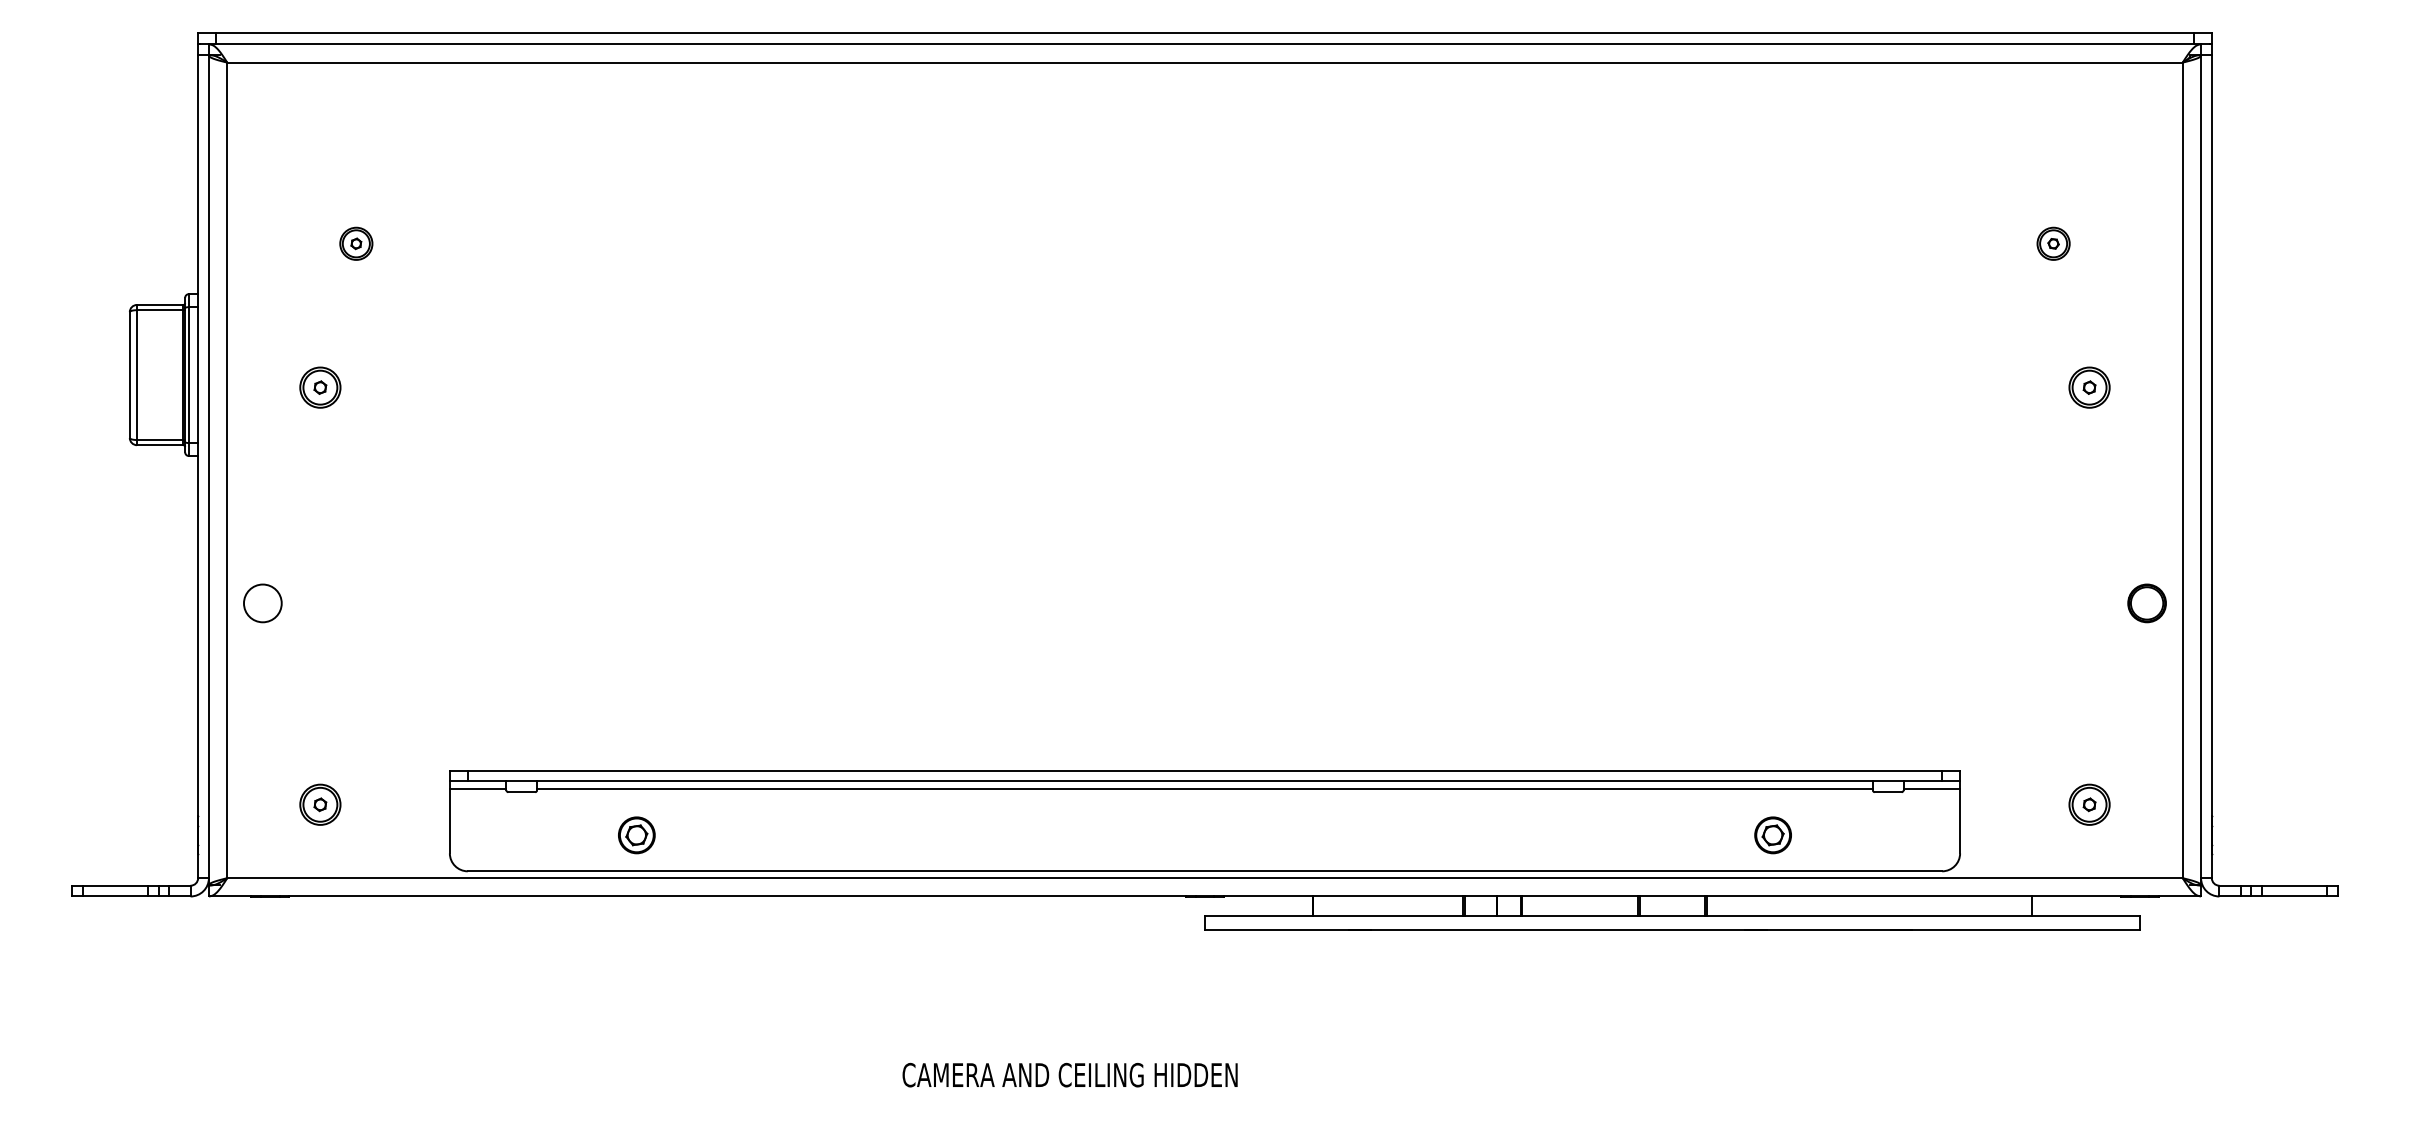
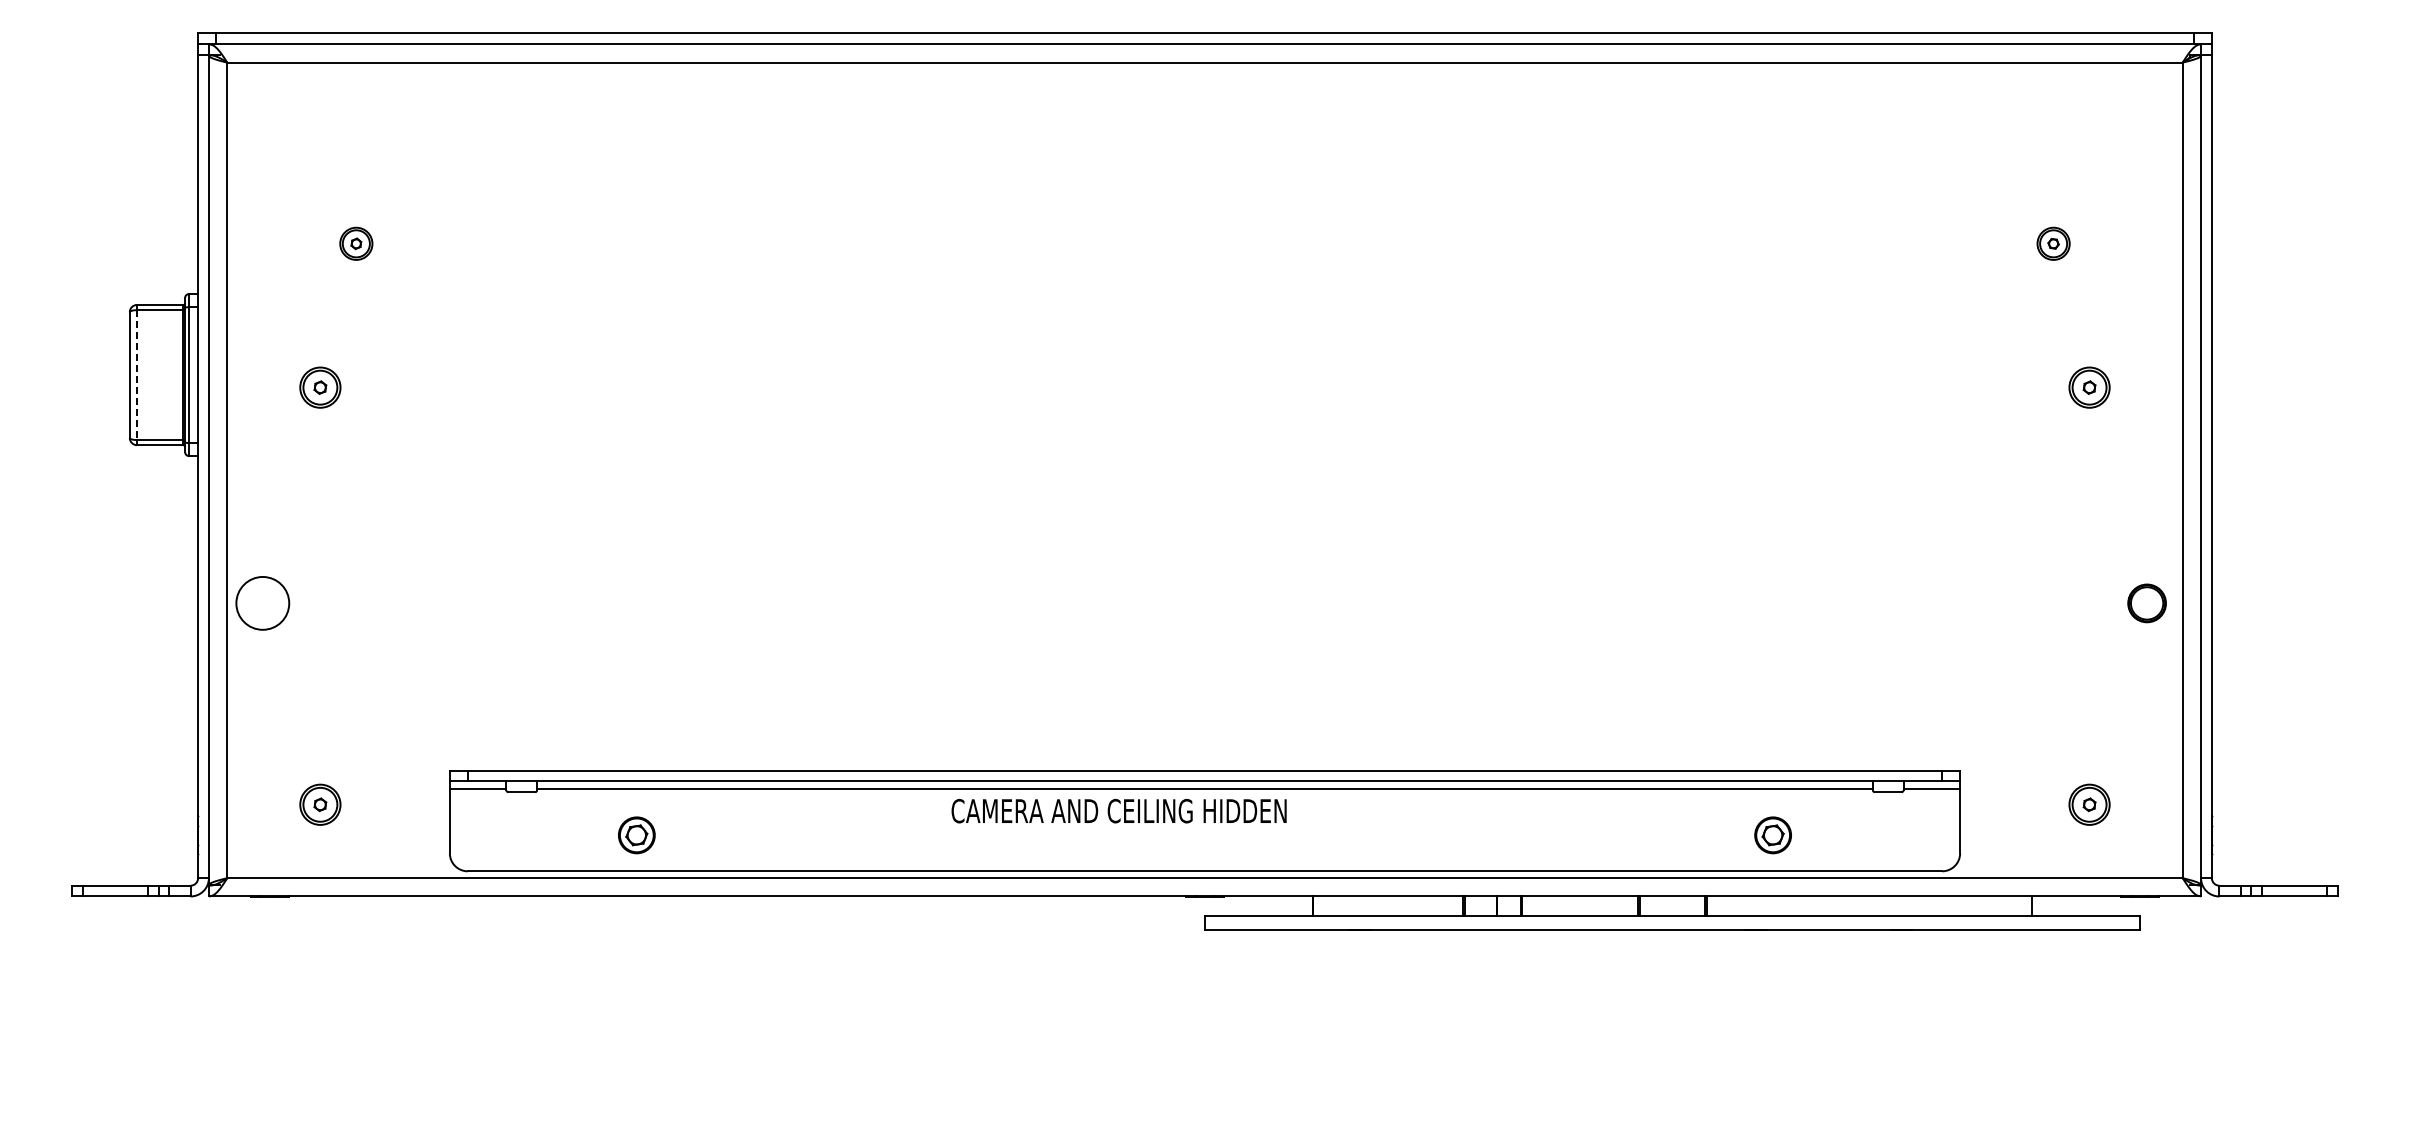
line at (137, 375): solid -> dashed
circle at (262, 603) size: 40x41 px -> 56x55 px
text at (1069, 1074) position: (1069, 1074) -> (1118, 810)
